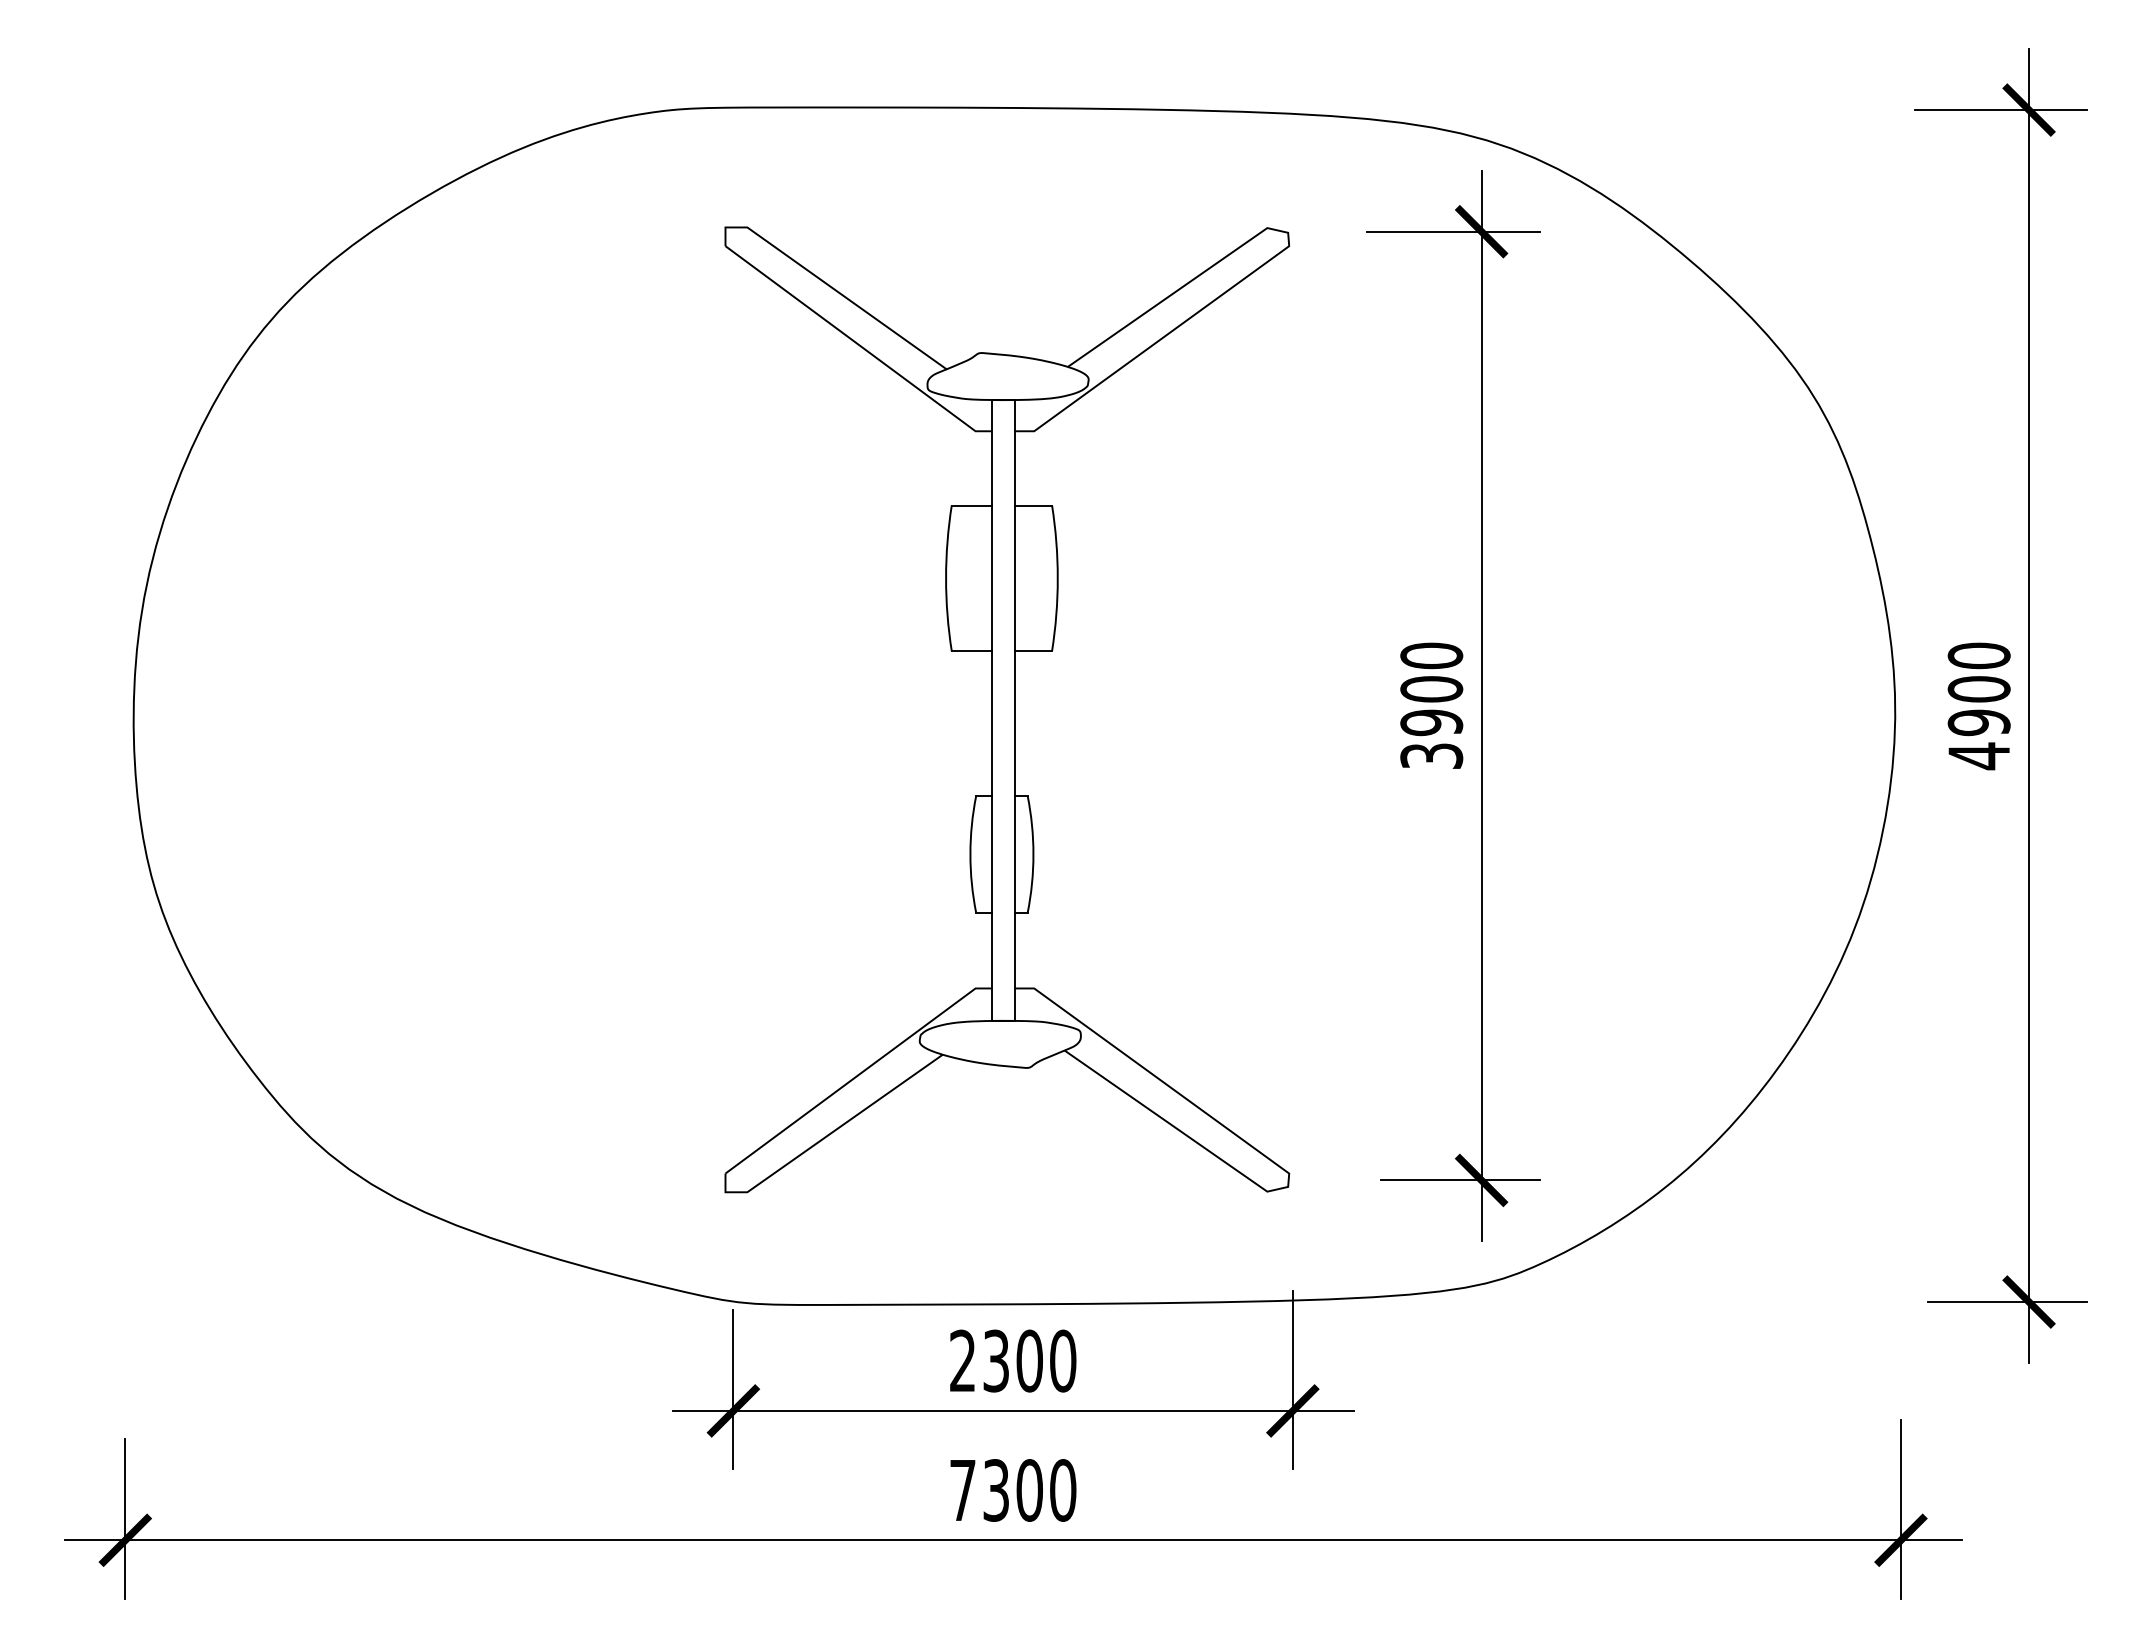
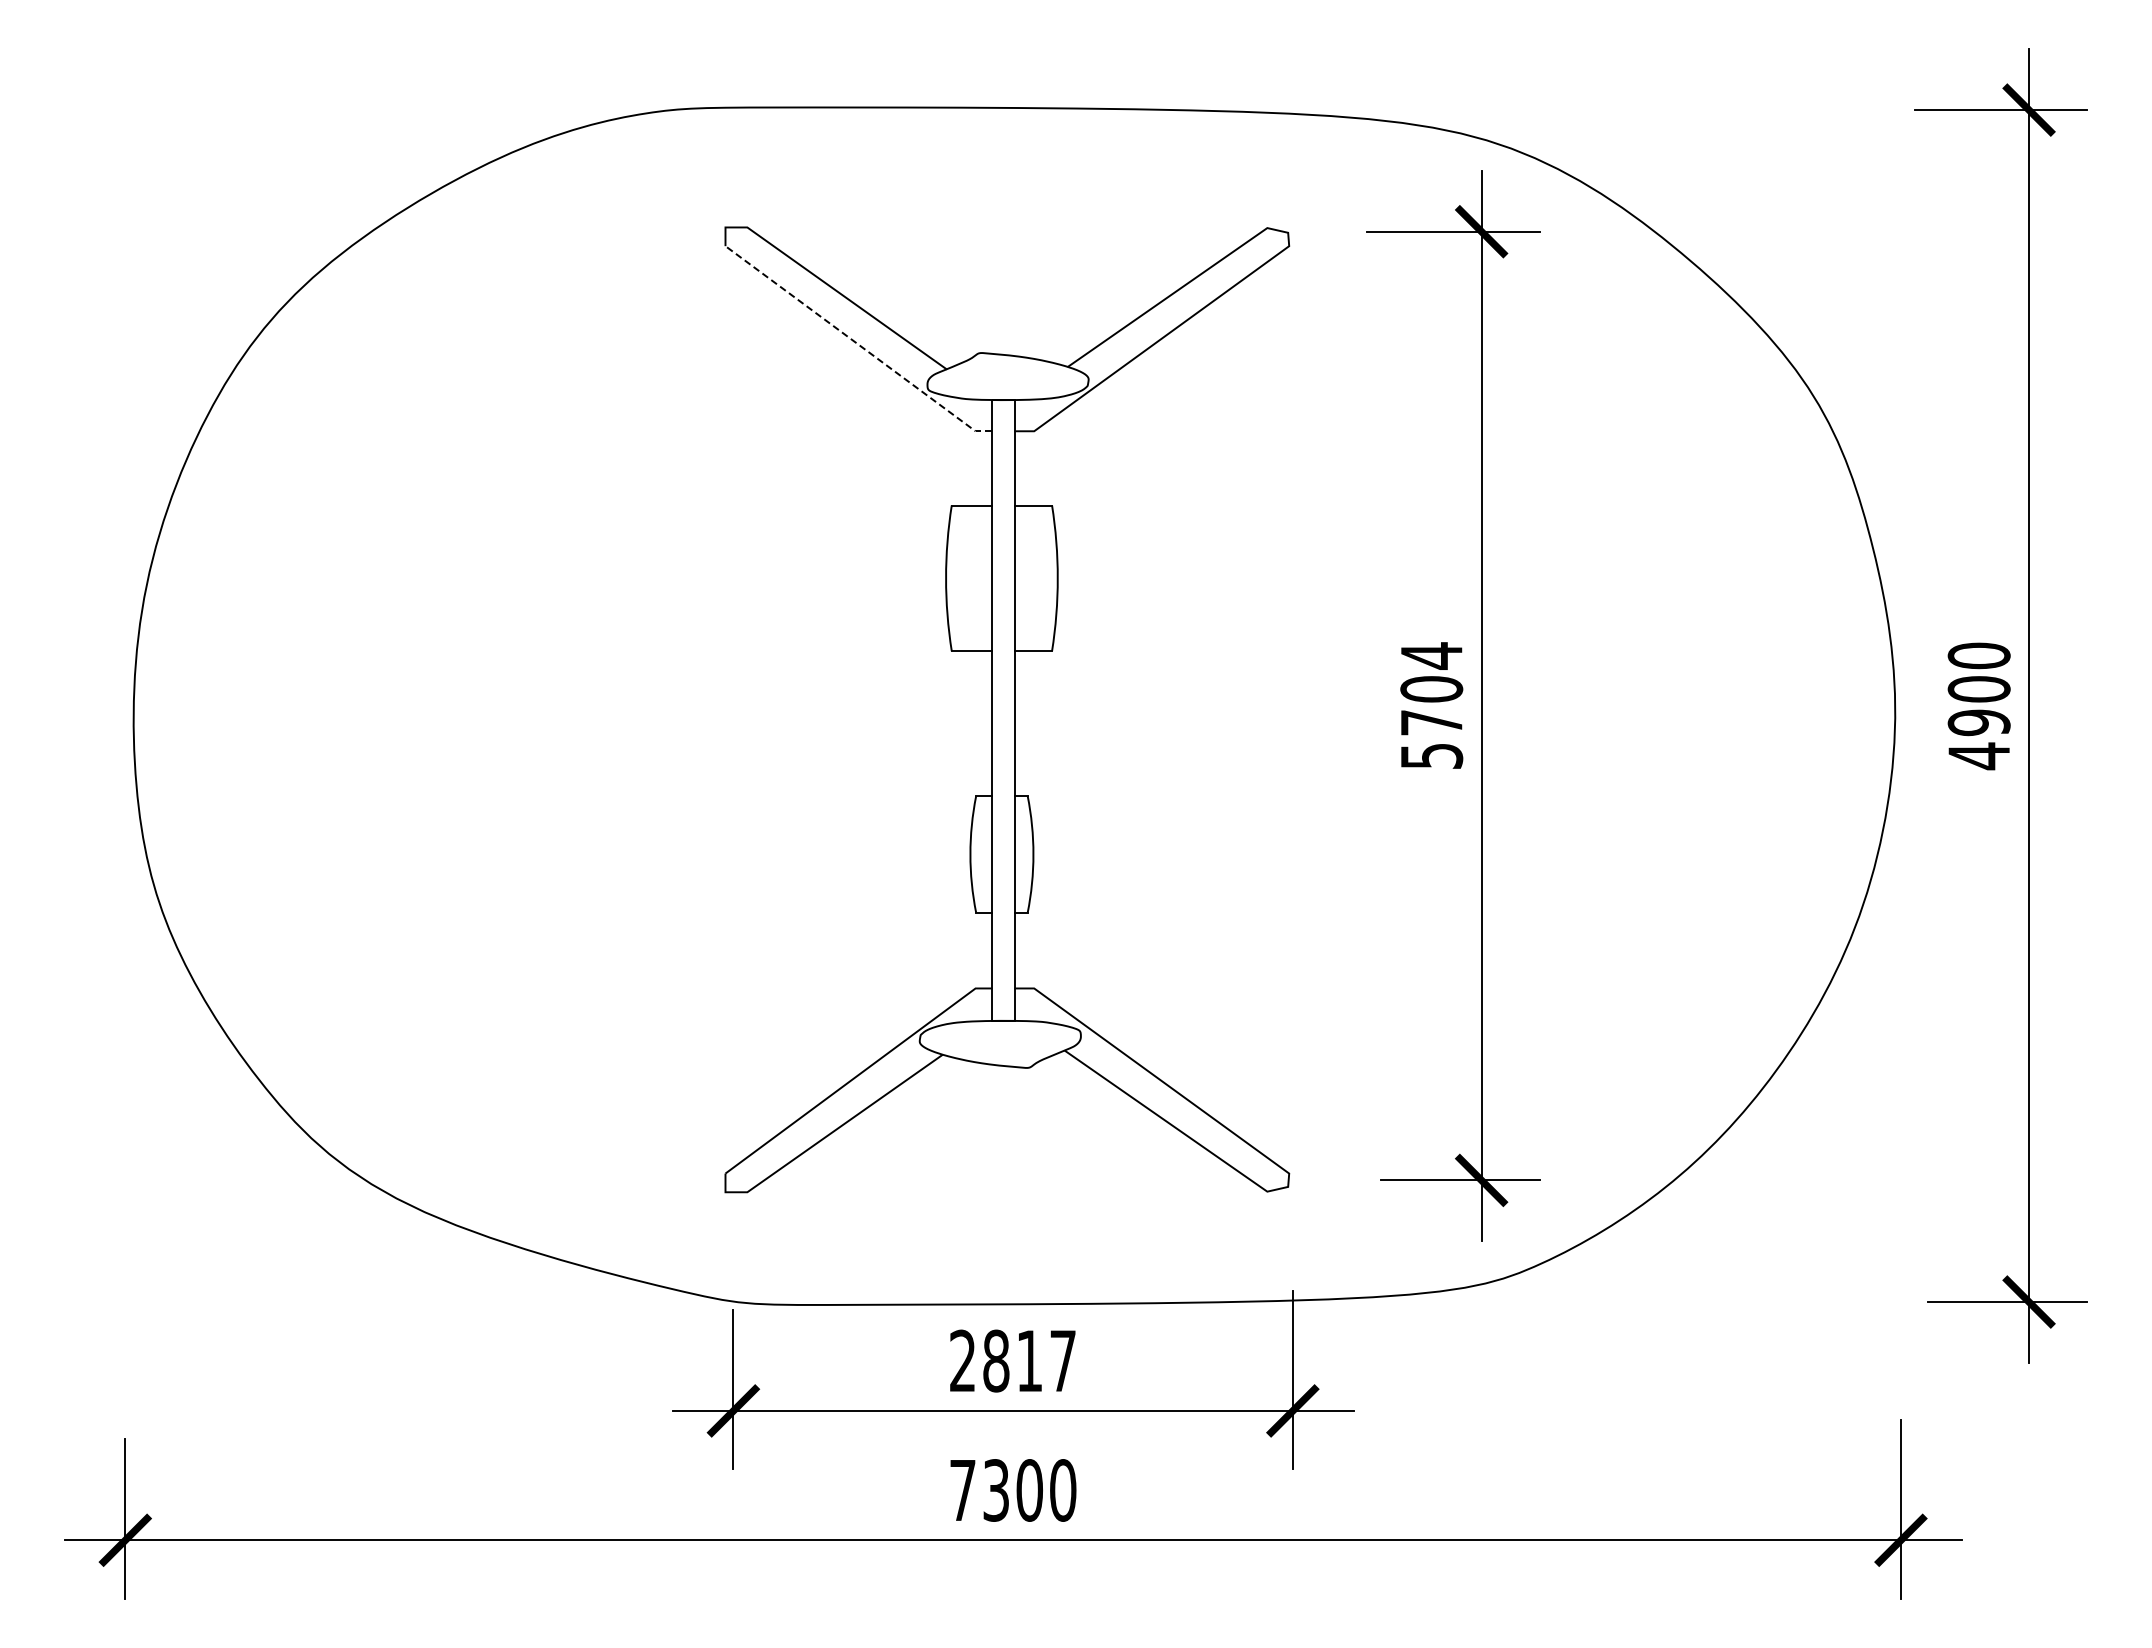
line at (857, 344): solid -> dashed
text at (1431, 705): 3900 -> 5704
text at (1029, 1360): 2300 -> 2817
